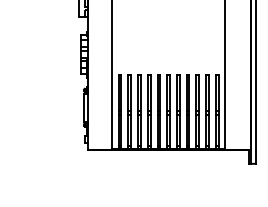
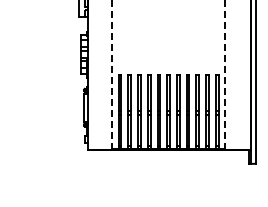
line at (111, 75): solid -> dashed
line at (225, 75): solid -> dashed
